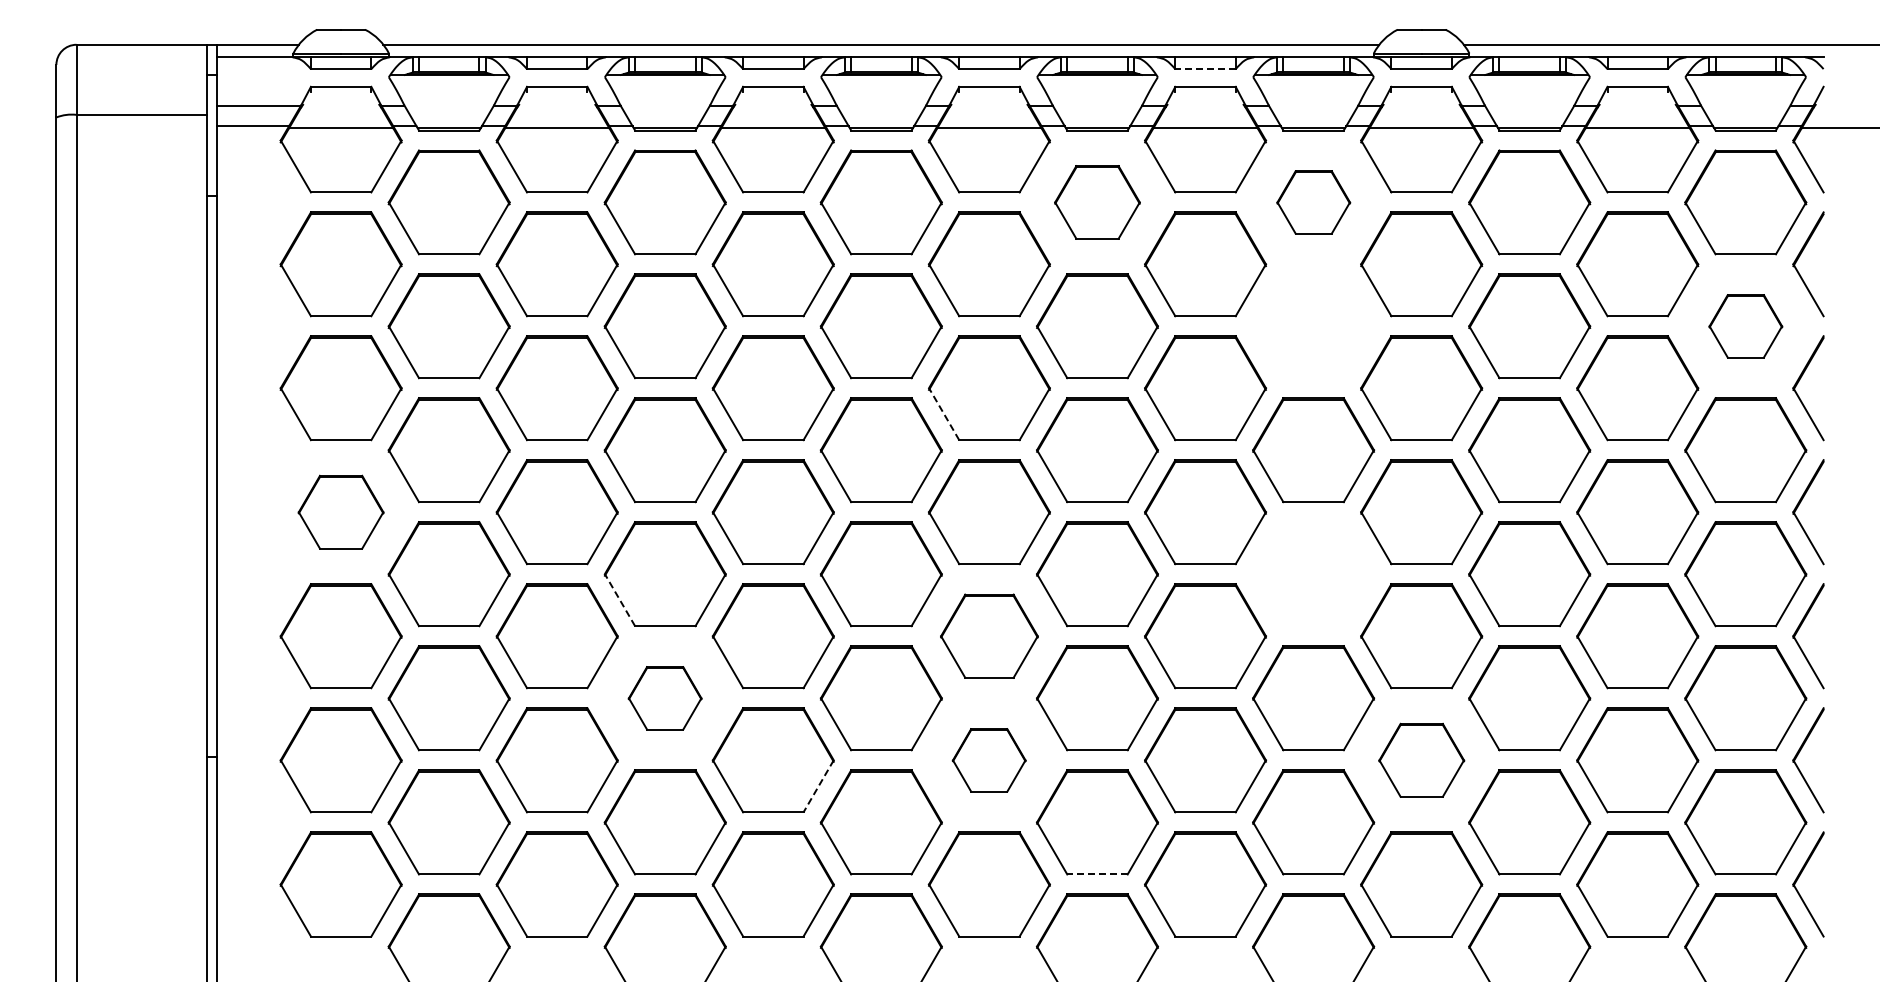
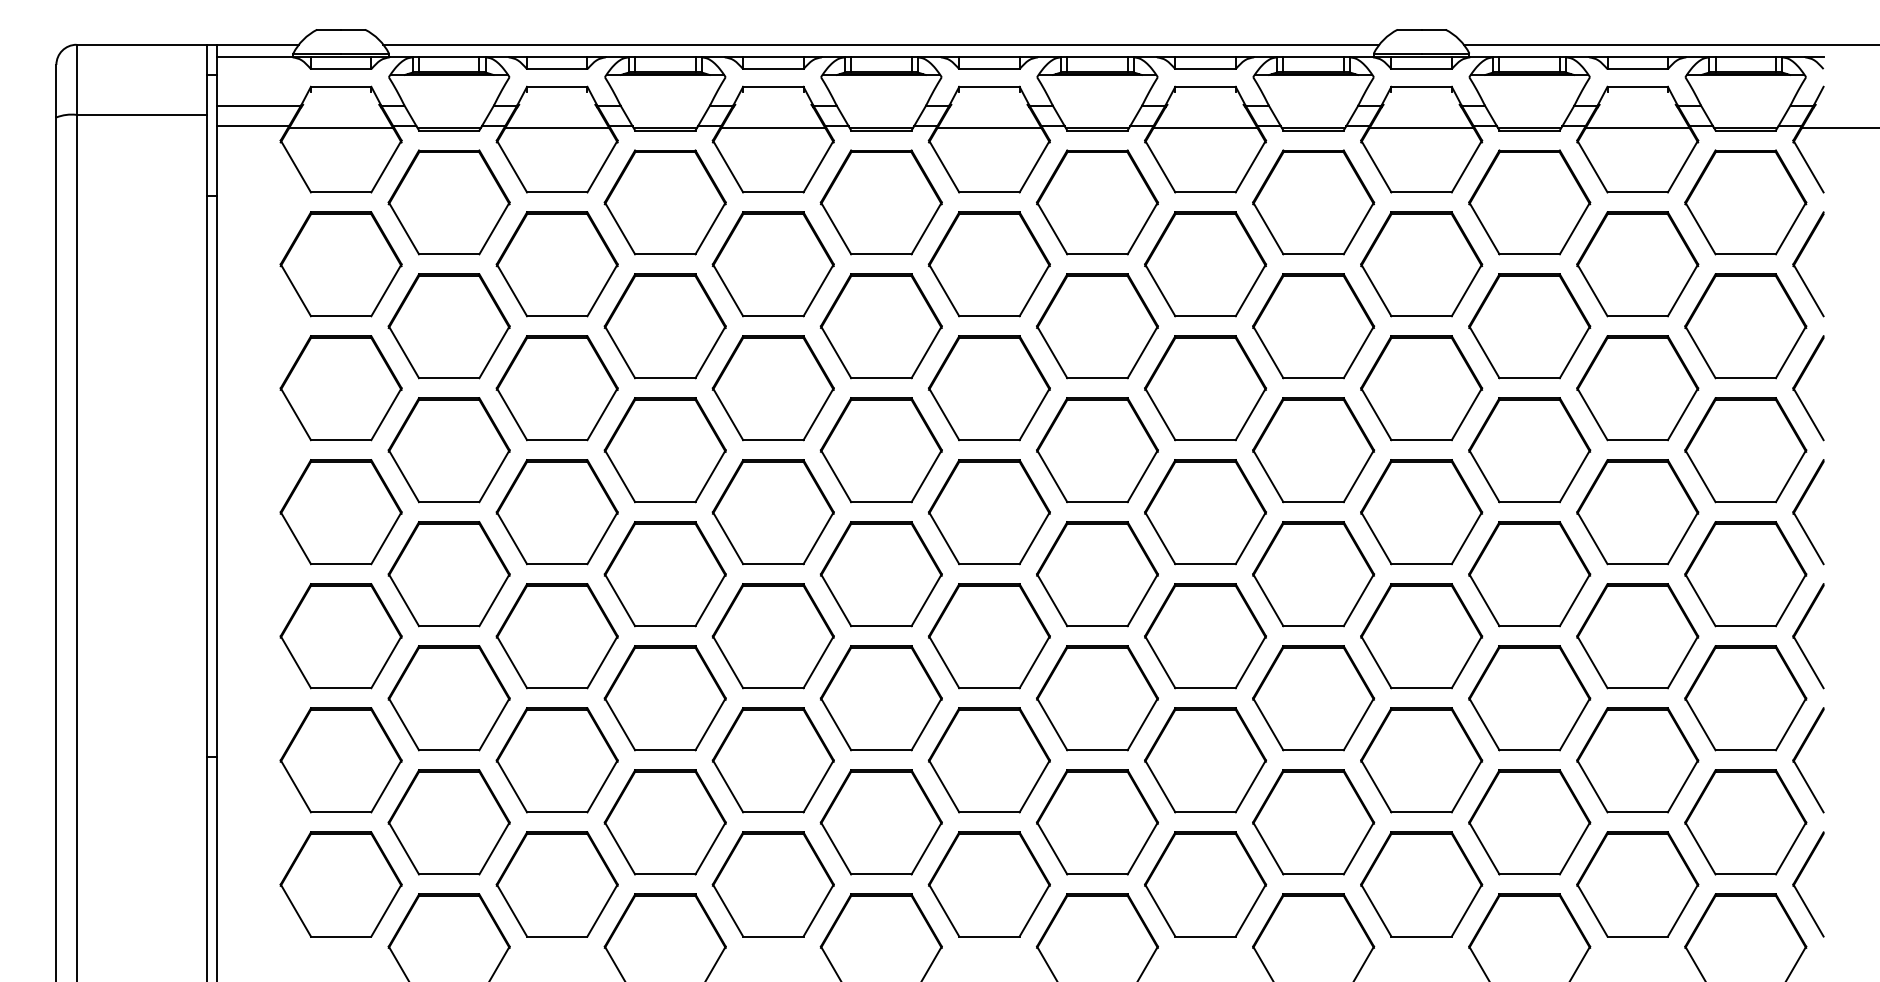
line at (1205, 69): dashed -> solid
part at (1097, 202) size: 87x75 px -> 123x107 px
part at (1313, 202) size: 76x65 px -> 124x107 px
part at (1313, 326): none -> present
part at (1745, 326) size: 76x65 px -> 124x107 px
line at (943, 413): dashed -> solid
part at (340, 511) size: 88x76 px -> 124x107 px
part at (1313, 574): none -> present
line at (619, 599): dashed -> solid
part at (989, 635) size: 99x86 px -> 123x107 px
part at (664, 698) size: 76x65 px -> 124x107 px
part at (1421, 759) size: 88x76 px -> 124x107 px
part at (988, 760) size: 76x65 px -> 124x107 px
line at (818, 786): dashed -> solid
line at (1096, 874): dashed -> solid
